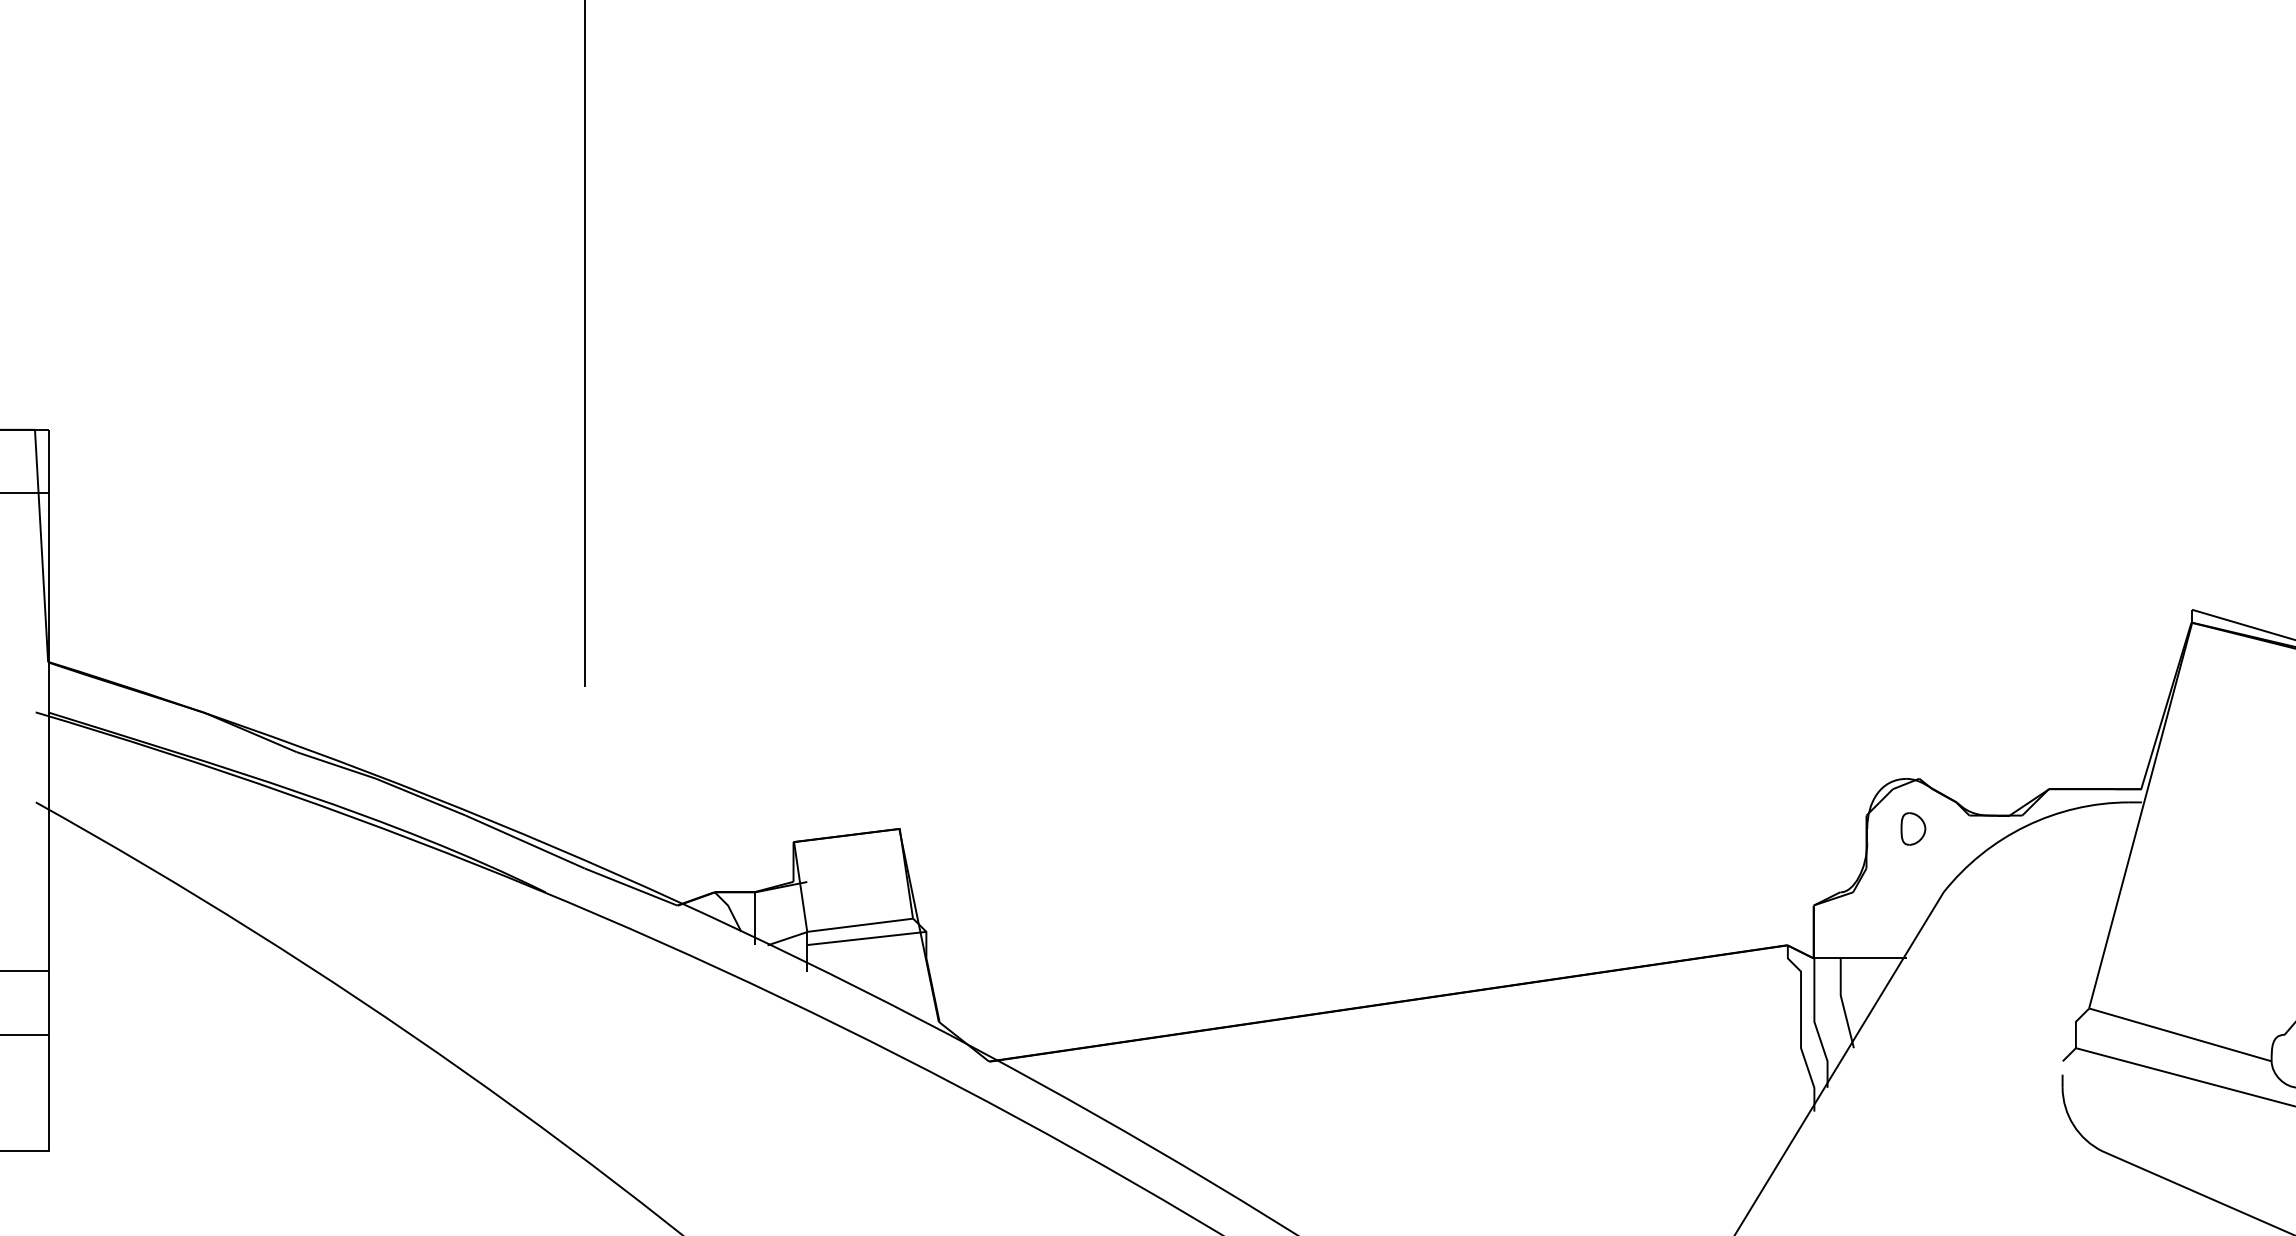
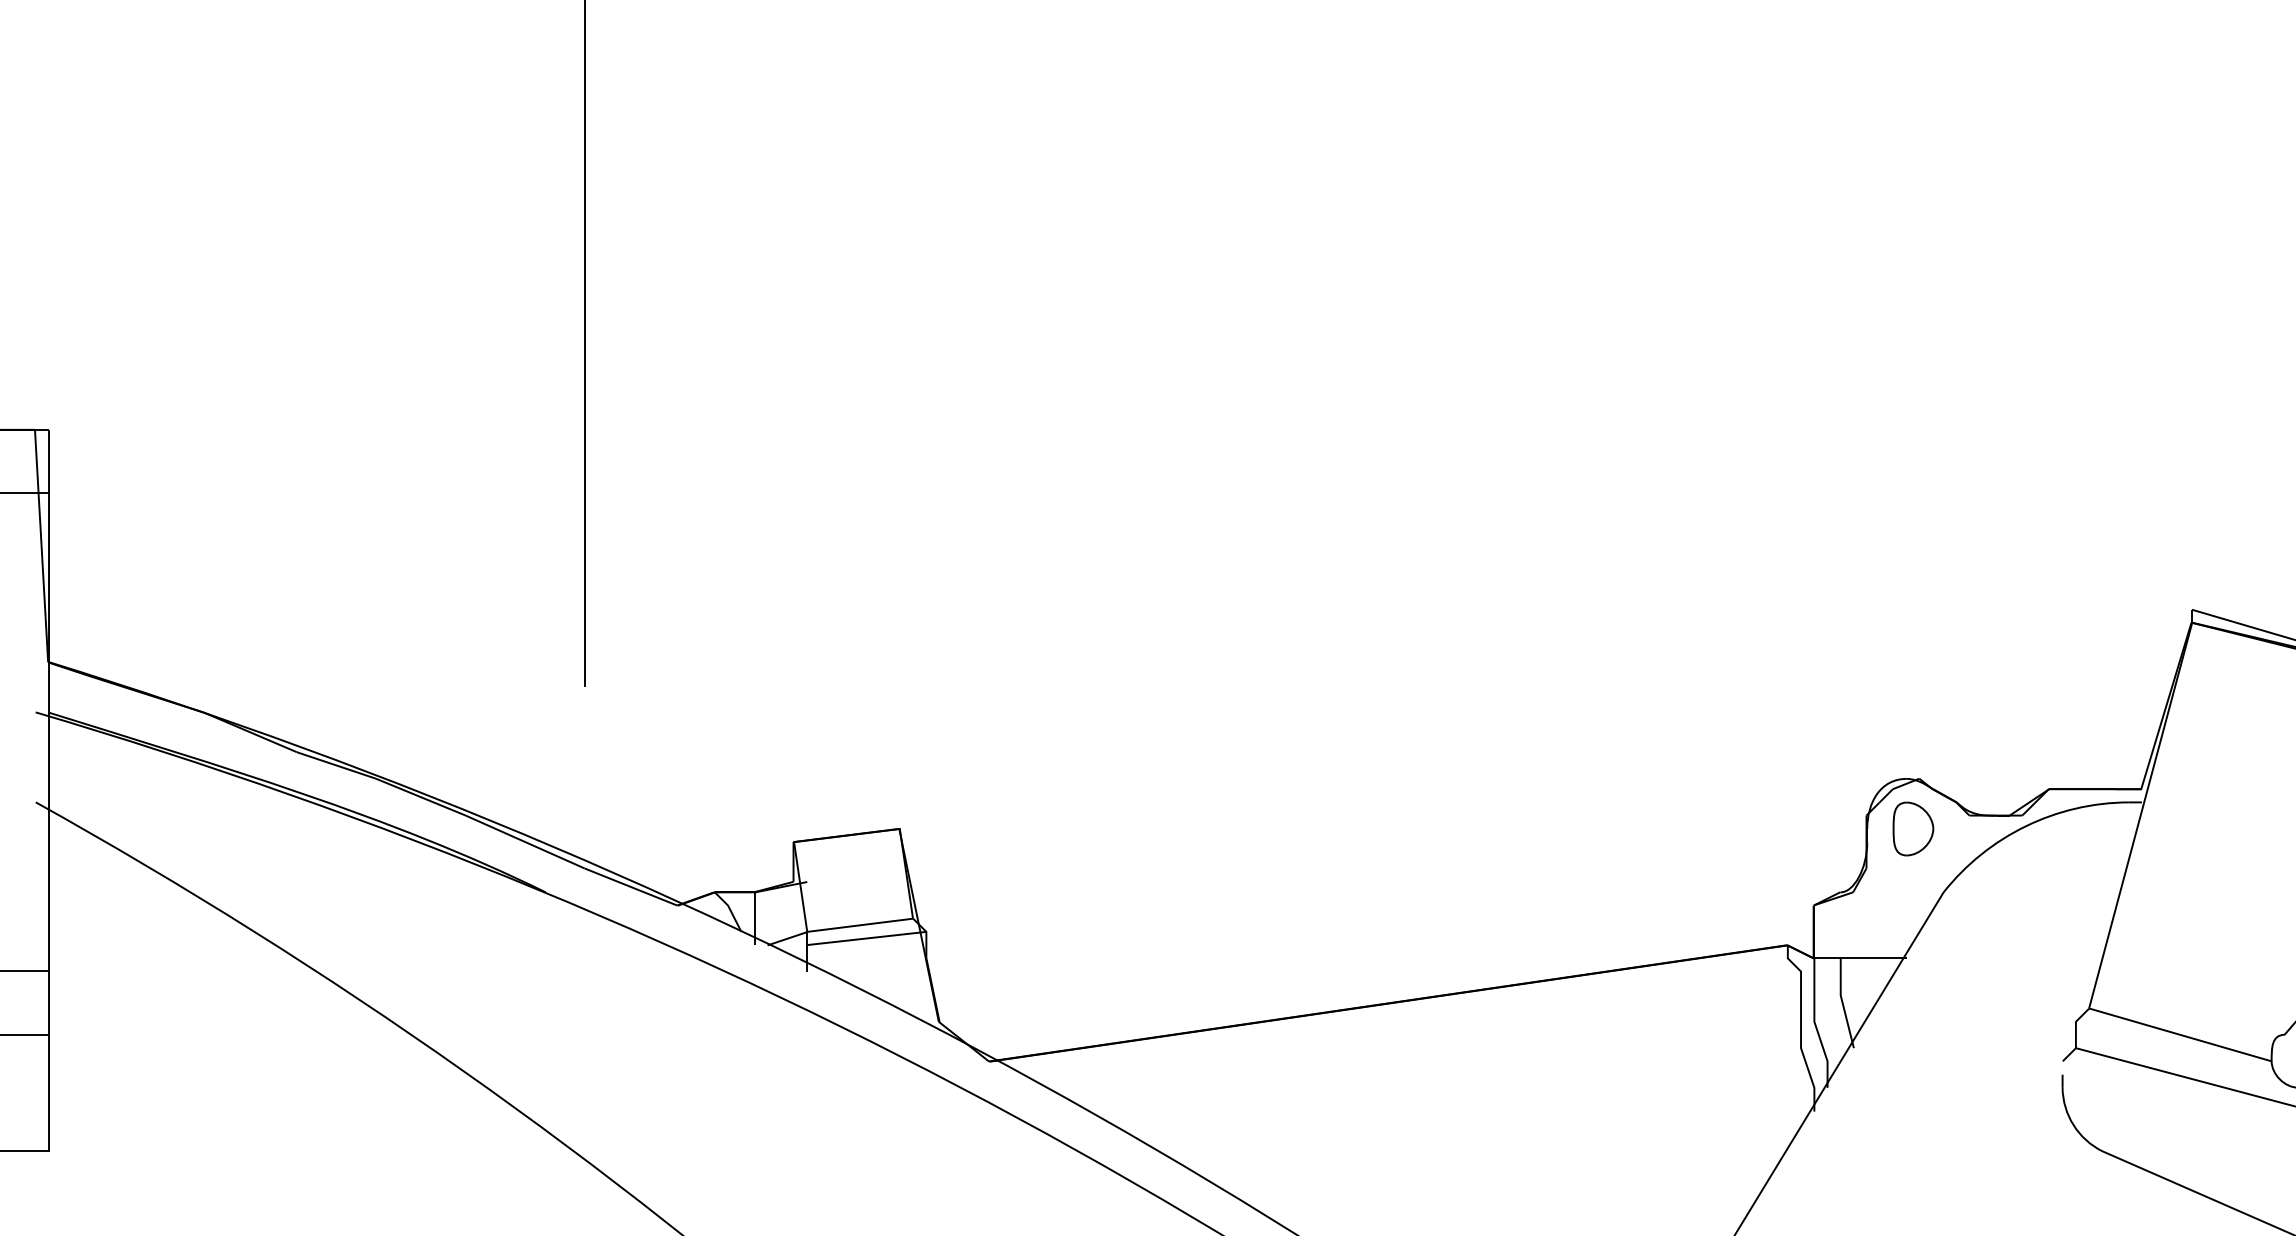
part at (1913, 828) size: 27x34 px -> 43x56 px
